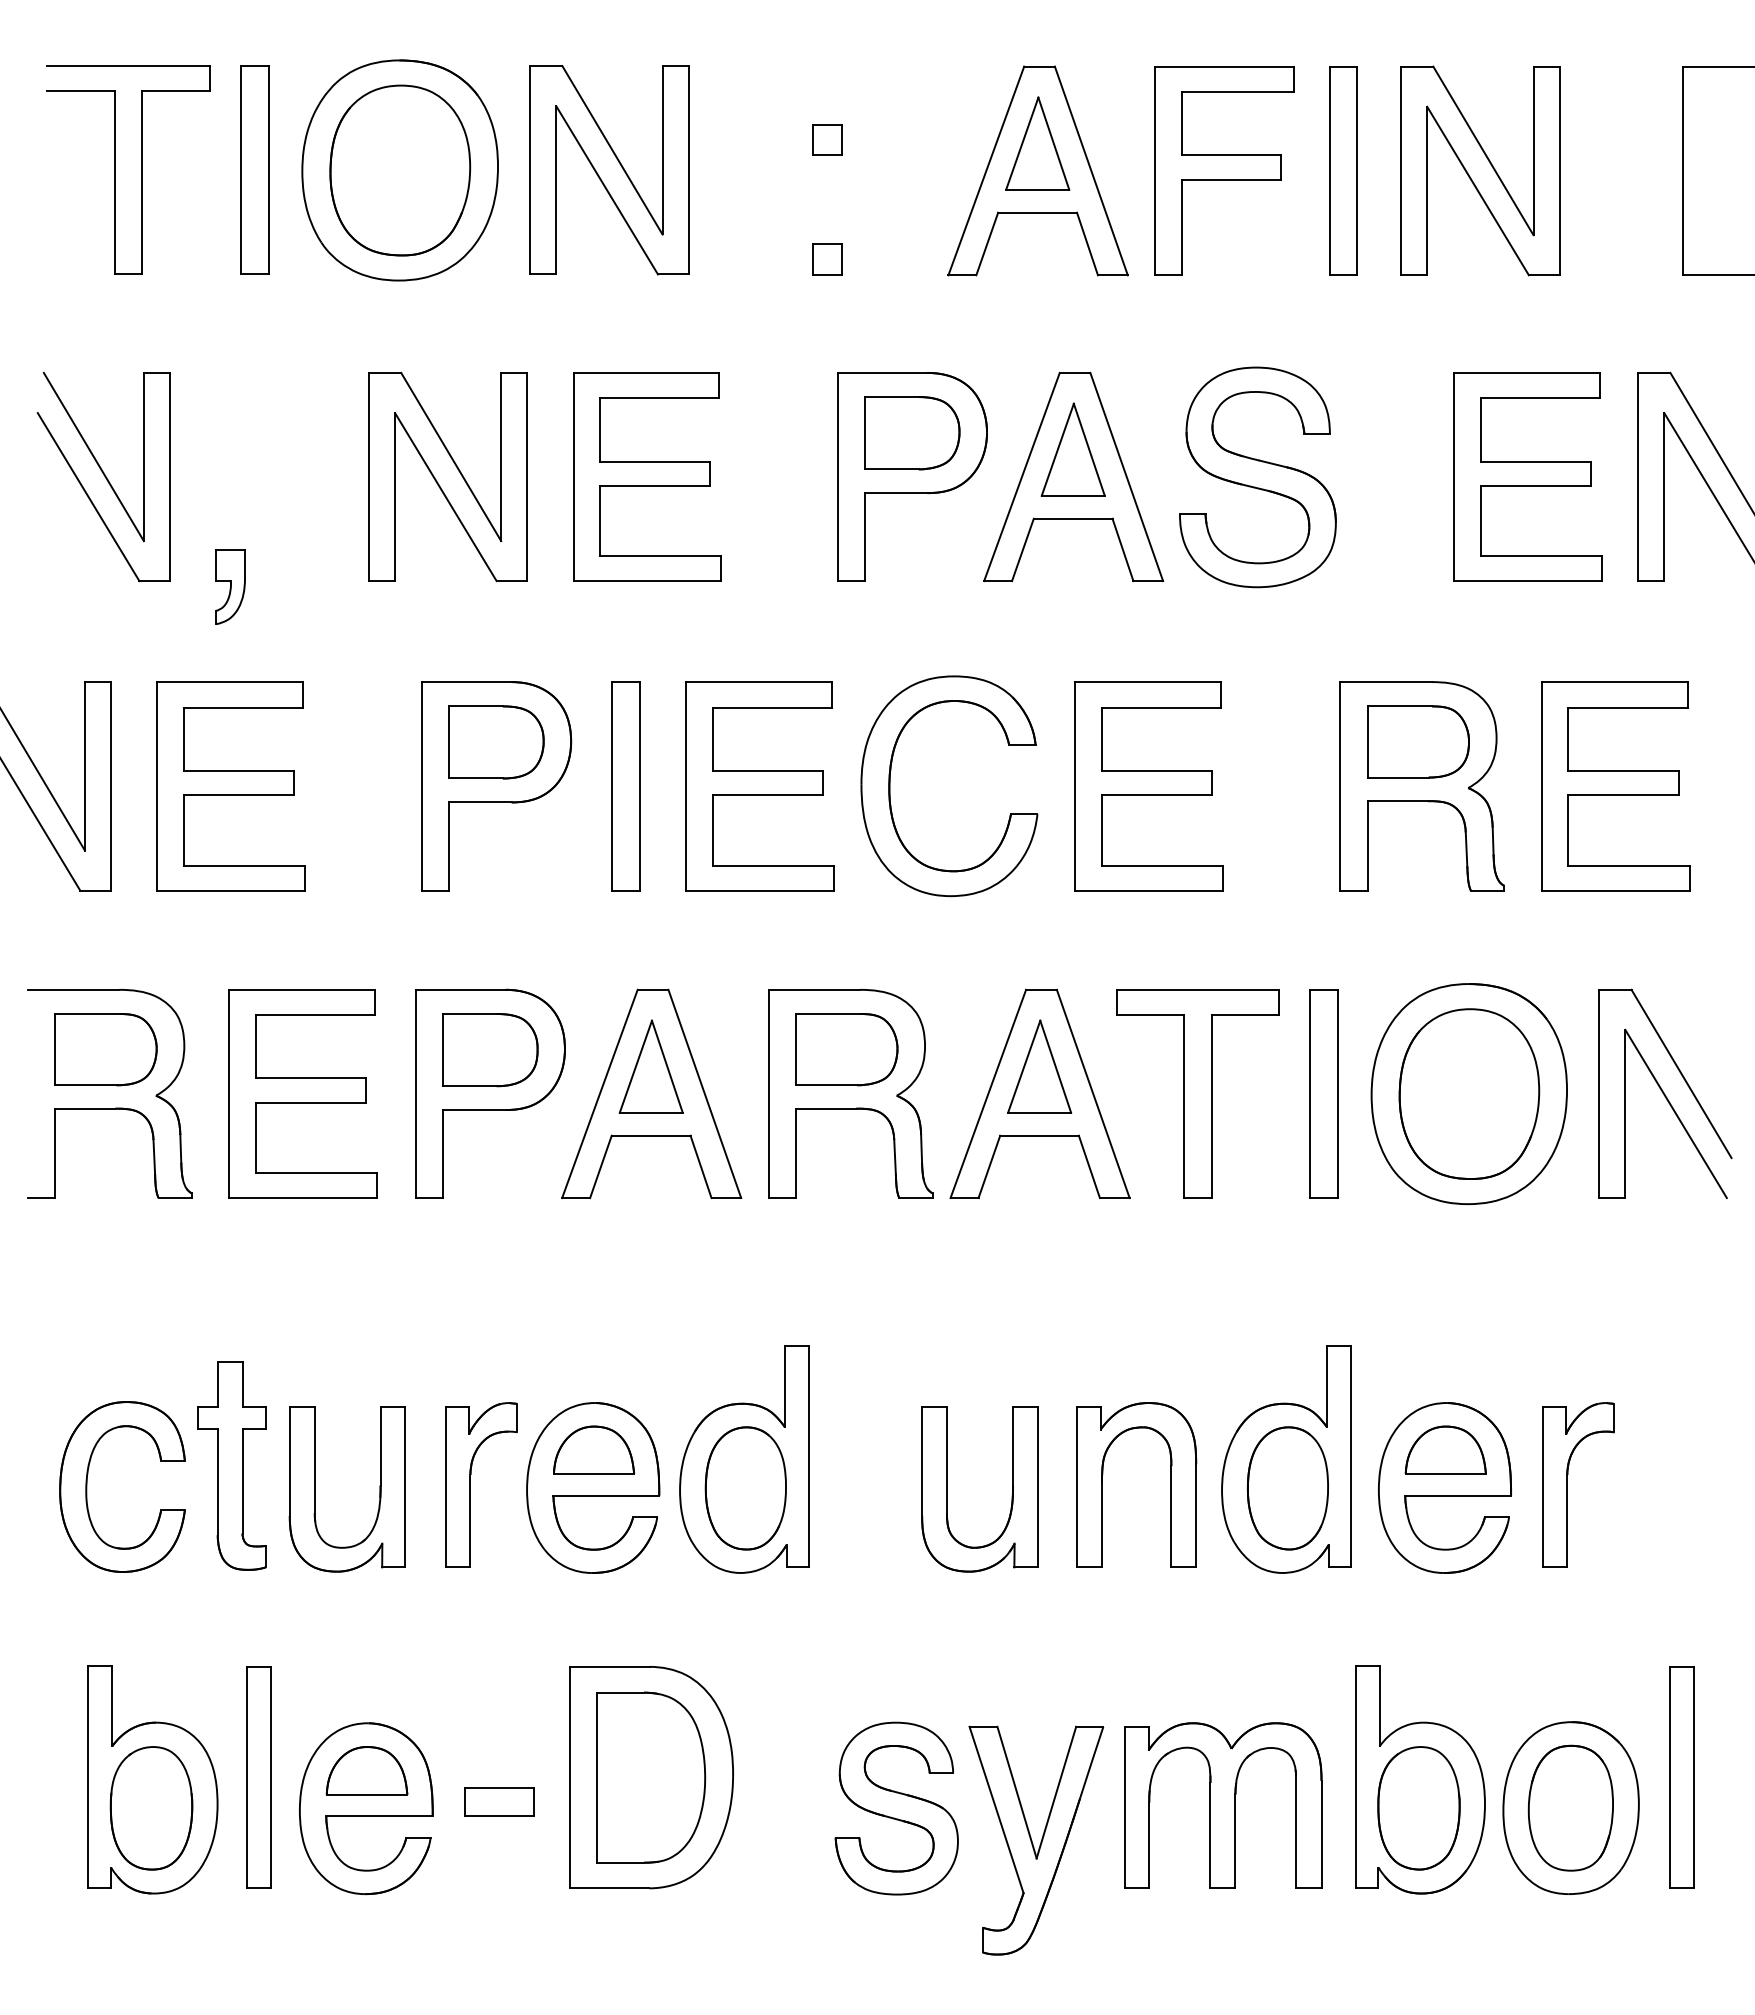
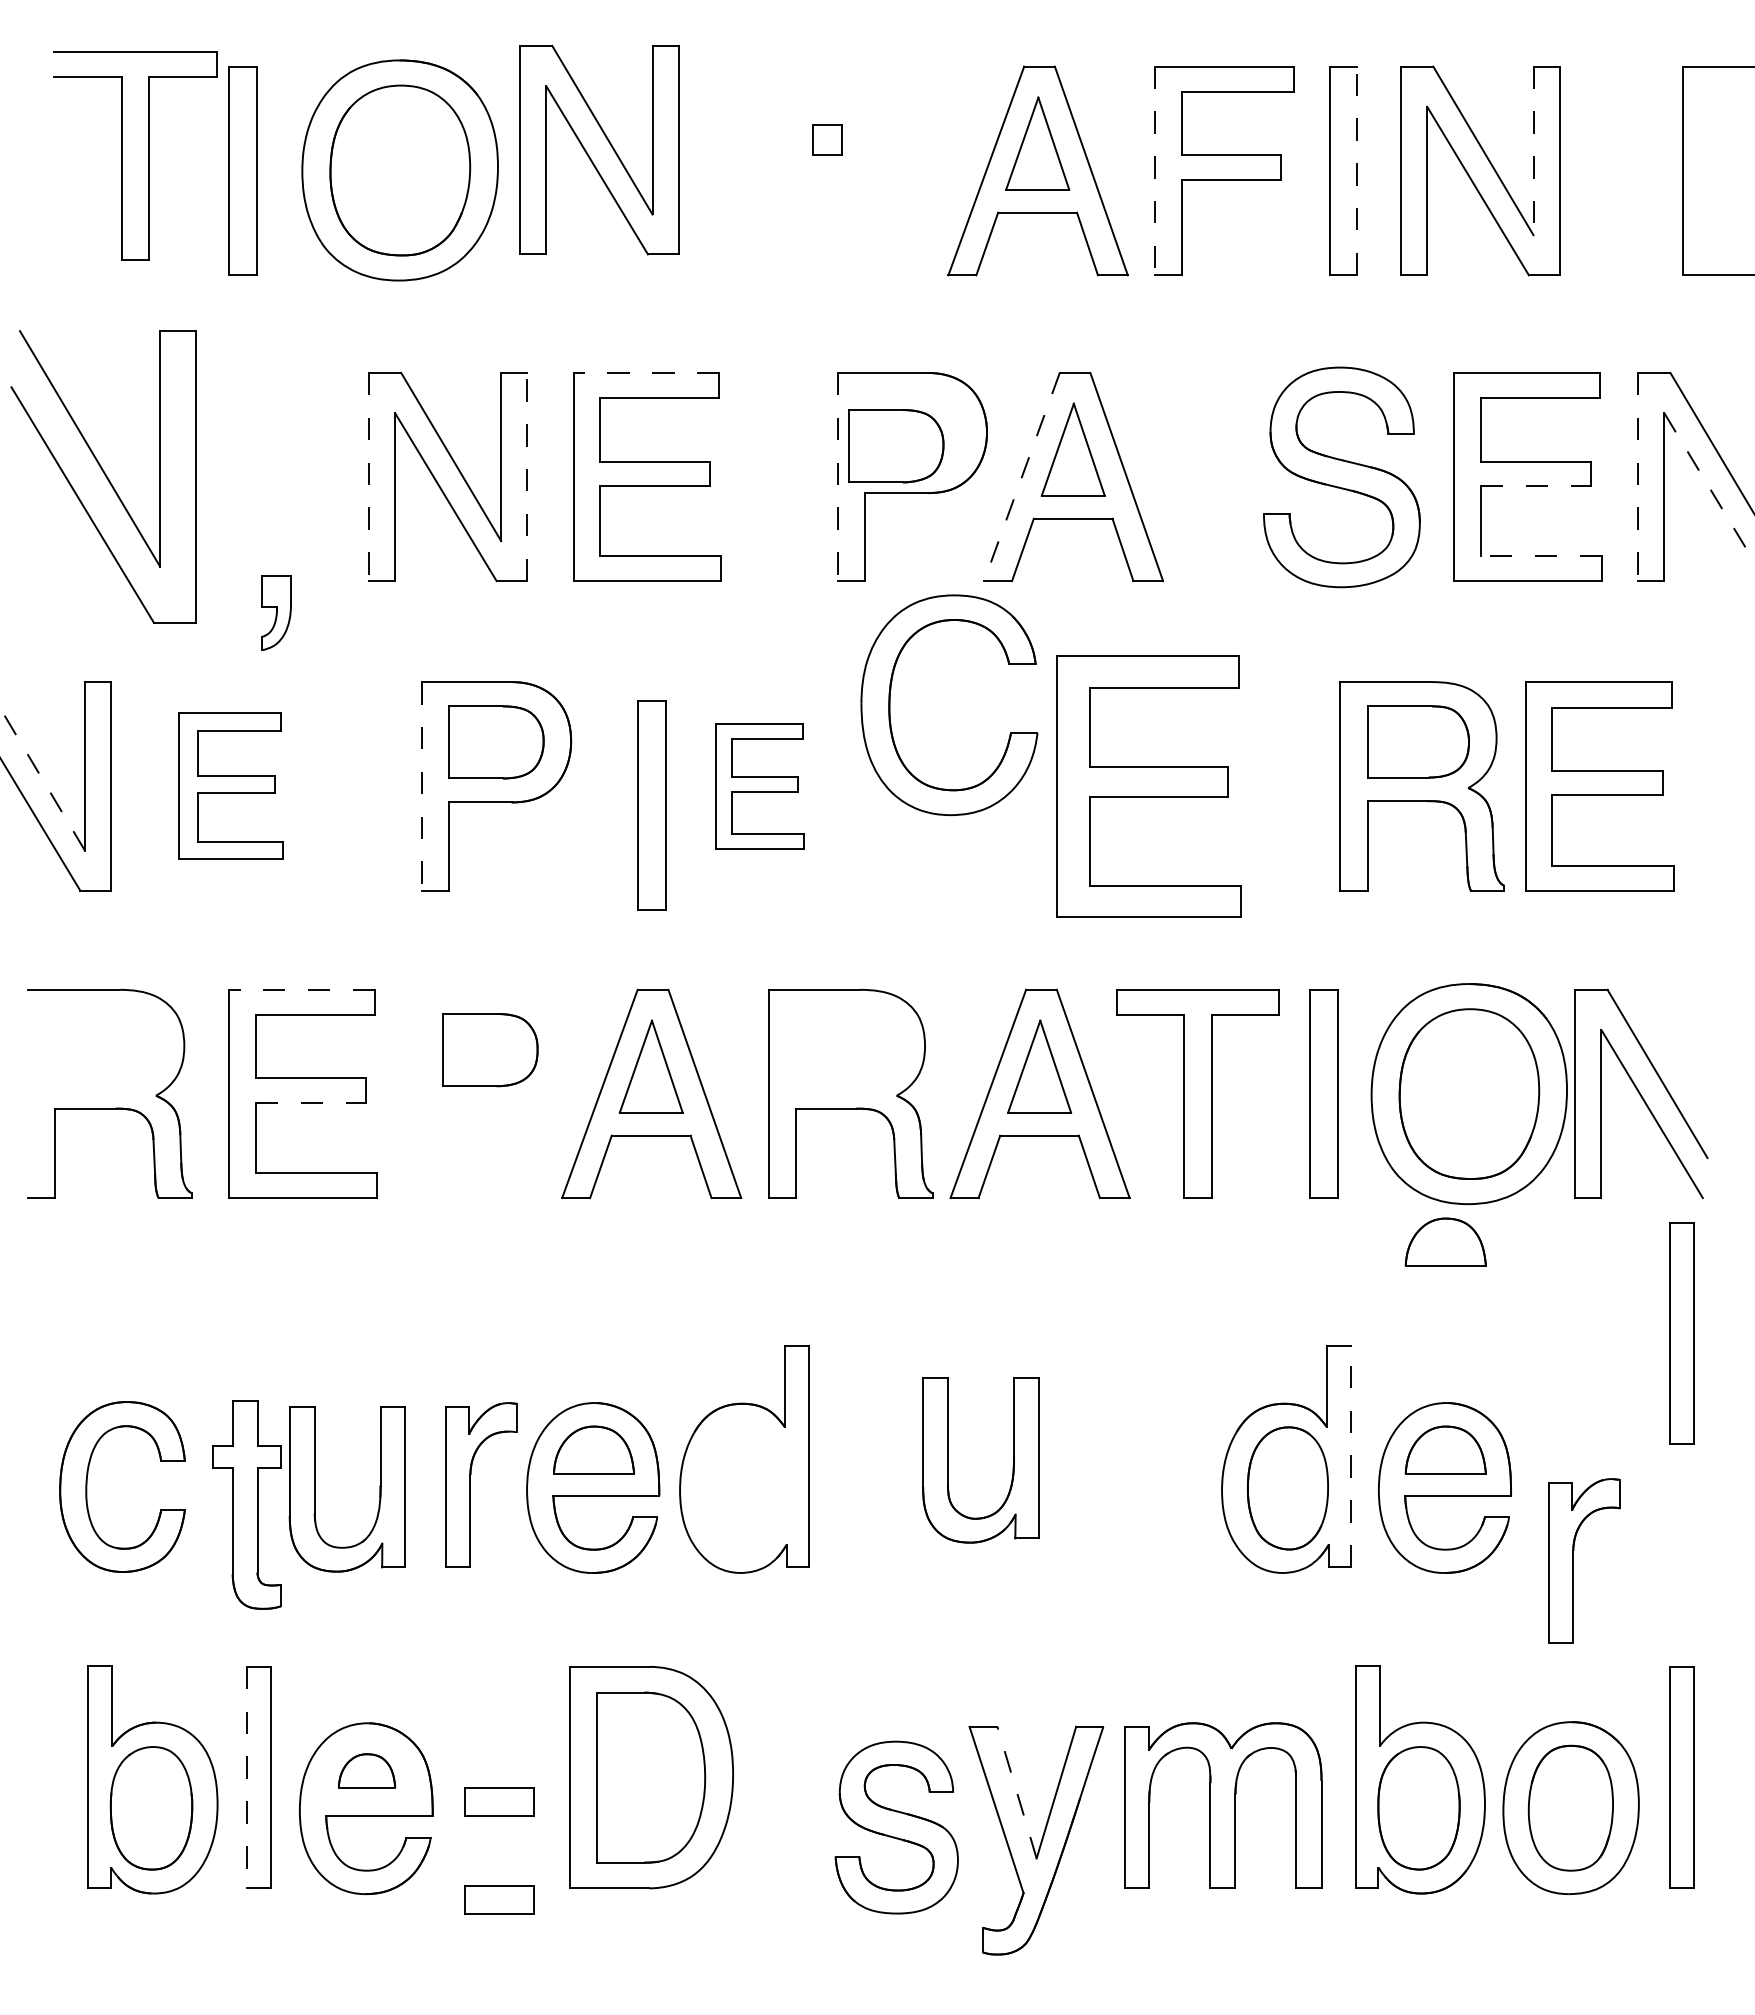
line at (1533, 151): solid -> dashed
part at (115, 169) position: (115, 169) -> (122, 155)
part at (254, 169) position: (254, 169) -> (242, 170)
part at (609, 170) position: (609, 170) -> (599, 150)
line at (1357, 170): solid -> dashed
line at (1154, 171): solid -> dashed
part at (827, 259): present -> none
line at (646, 372): solid -> dashed
part at (912, 433) position: (912, 433) -> (896, 446)
line at (527, 476): solid -> dashed
part at (103, 477) size: 135x211 px -> 187x294 px
line at (369, 477): solid -> dashed
line at (837, 477): solid -> dashed
line at (1021, 477): solid -> dashed
part at (1257, 477) position: (1257, 477) -> (1341, 477)
line at (1638, 477): solid -> dashed
line at (1536, 485): solid -> dashed
line at (1709, 488): solid -> dashed
line at (1541, 556): solid -> dashed
part at (230, 586) position: (230, 586) -> (276, 612)
line at (42, 779): solid -> dashed
part at (890, 785) position: (890, 785) -> (890, 704)
part at (230, 786) size: 150x211 px -> 106x148 px
line at (421, 786): solid -> dashed
part at (625, 786) position: (625, 786) -> (651, 805)
part at (759, 786) size: 150x211 px -> 90x127 px
part at (1148, 786) size: 150x211 px -> 186x263 px
part at (1615, 786) position: (1615, 786) -> (1599, 786)
line at (302, 989): solid -> dashed
part at (105, 1049): present -> none
part at (846, 1049): present -> none
part at (490, 1093): present -> none
part at (1665, 1093) position: (1665, 1093) -> (1641, 1093)
line at (311, 1102): solid -> dashed
part at (1445, 1241): none -> present
part at (1681, 1333): none -> present
line at (1350, 1456): solid -> dashed
part at (231, 1465) position: (231, 1465) -> (246, 1504)
part at (1102, 1484): present -> none
part at (1567, 1484) position: (1567, 1484) -> (1573, 1560)
part at (745, 1488): present -> none
part at (947, 1489) position: (947, 1489) -> (948, 1460)
part at (366, 1770) size: 84x50 px -> 59x36 px
line at (246, 1777): solid -> dashed
line at (1017, 1792): solid -> dashed
part at (896, 1808) position: (896, 1808) -> (896, 1827)
part at (499, 1899): none -> present
